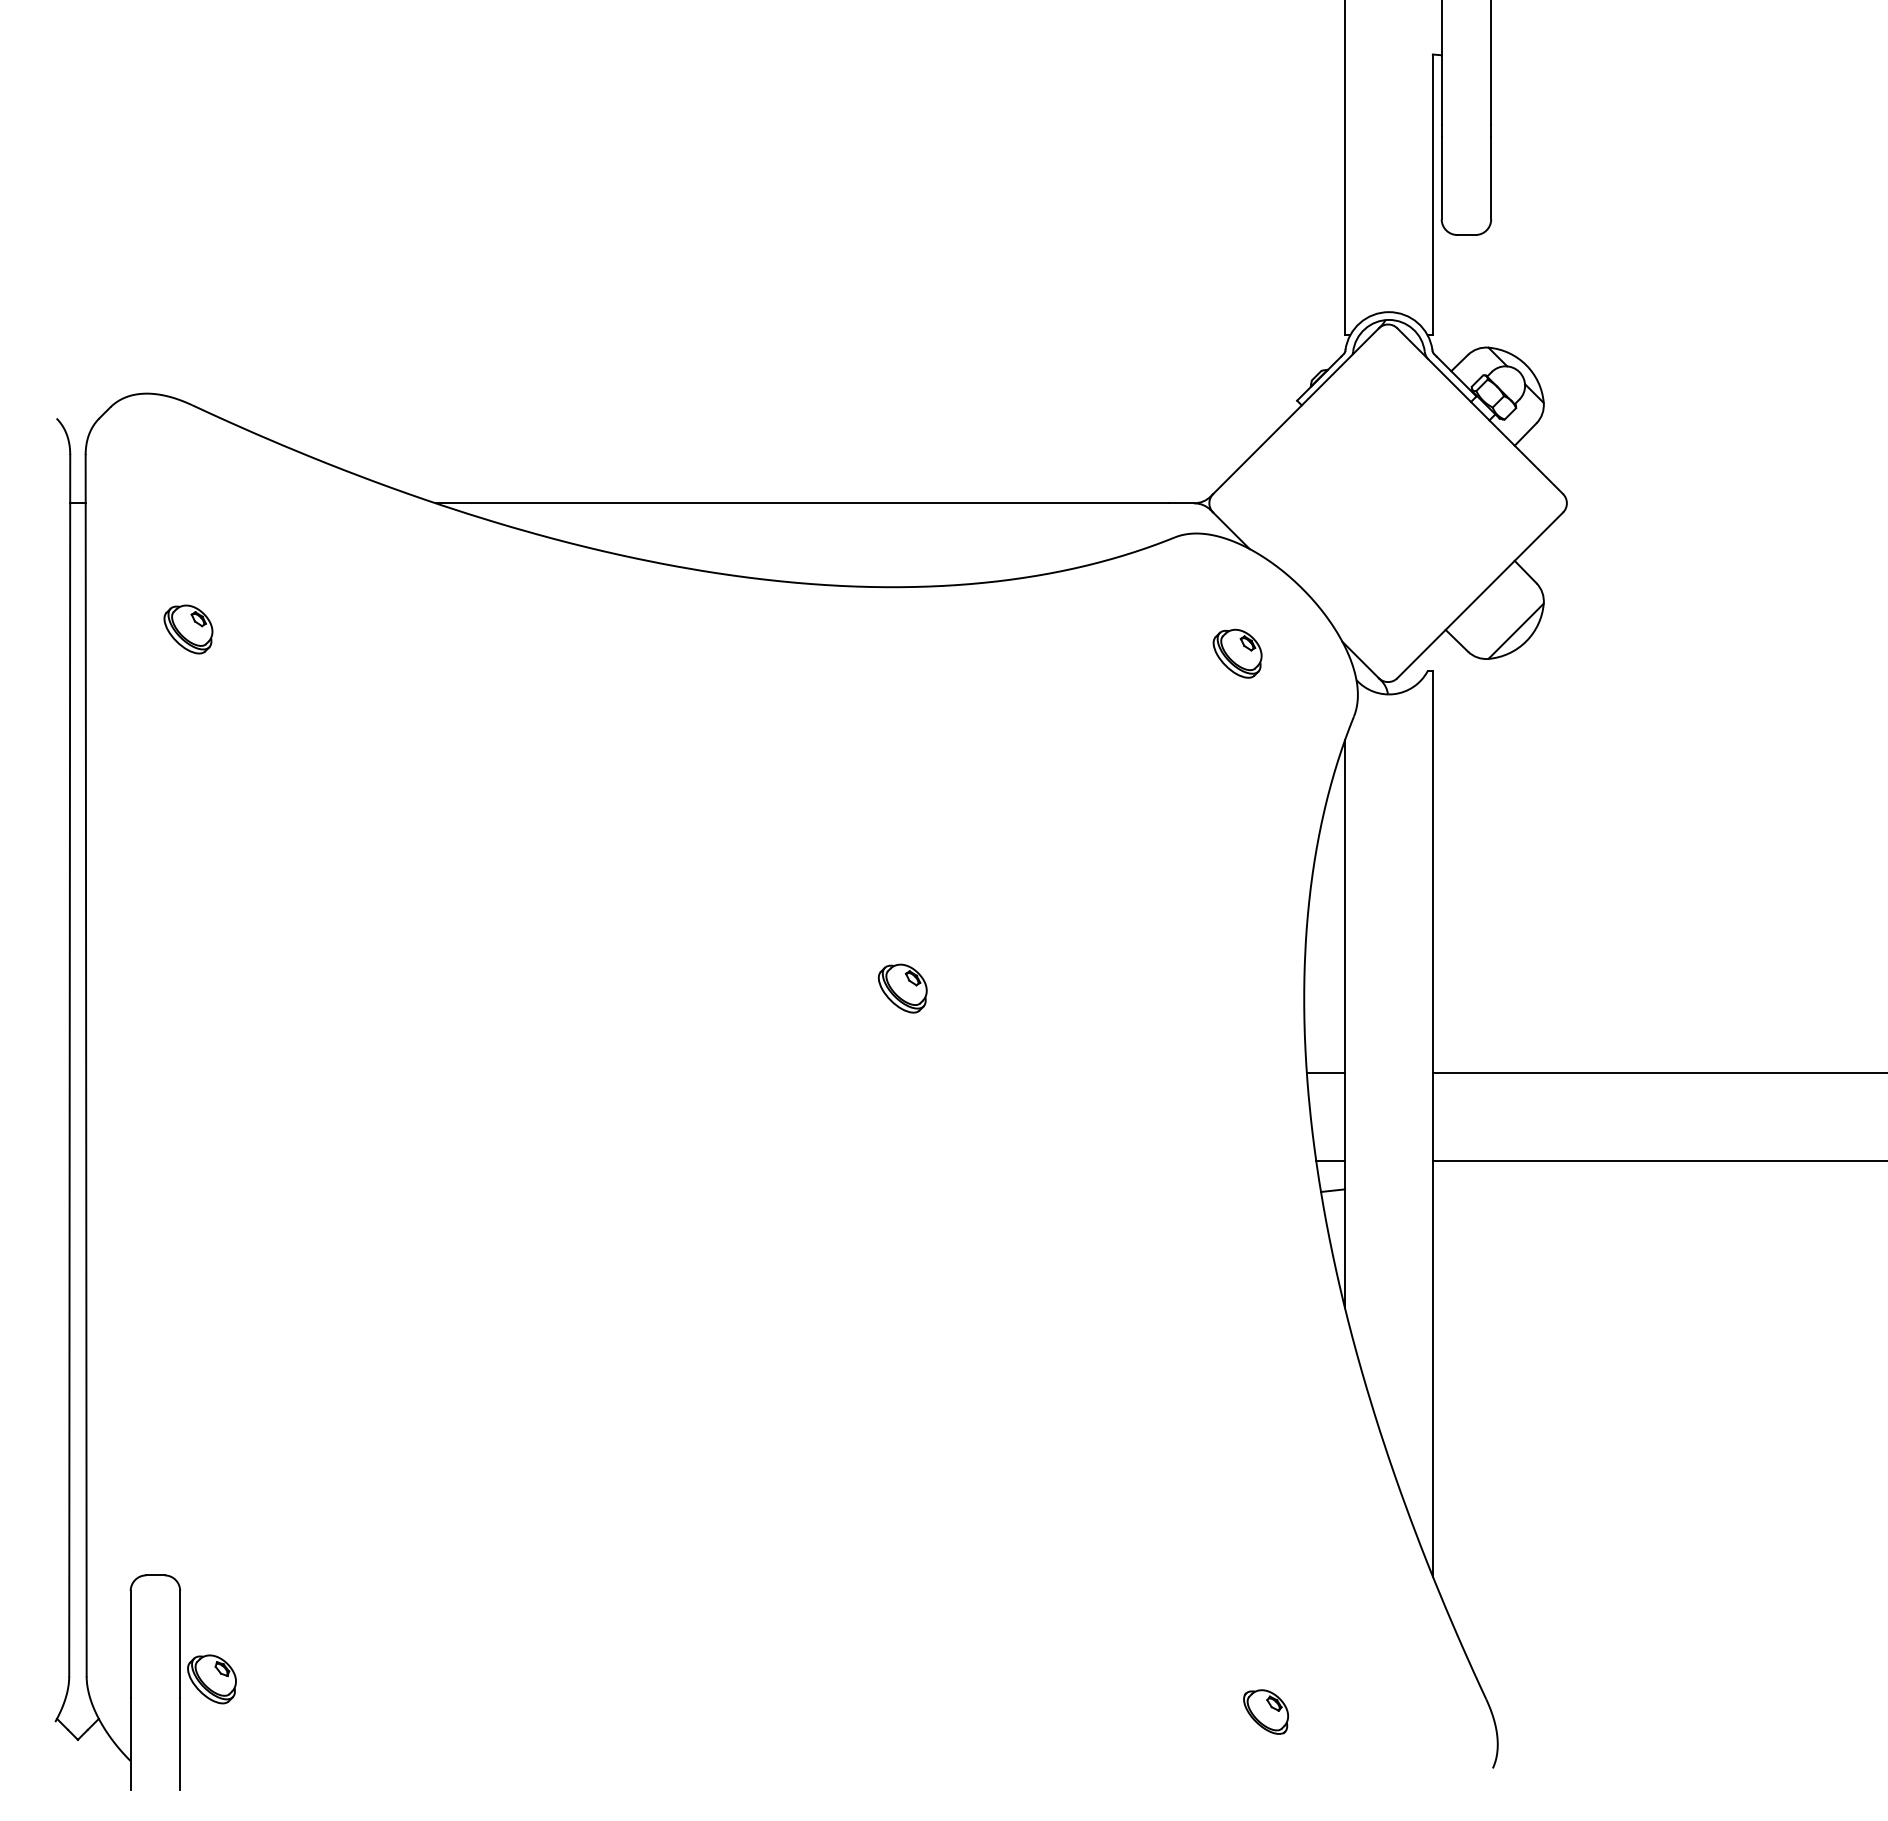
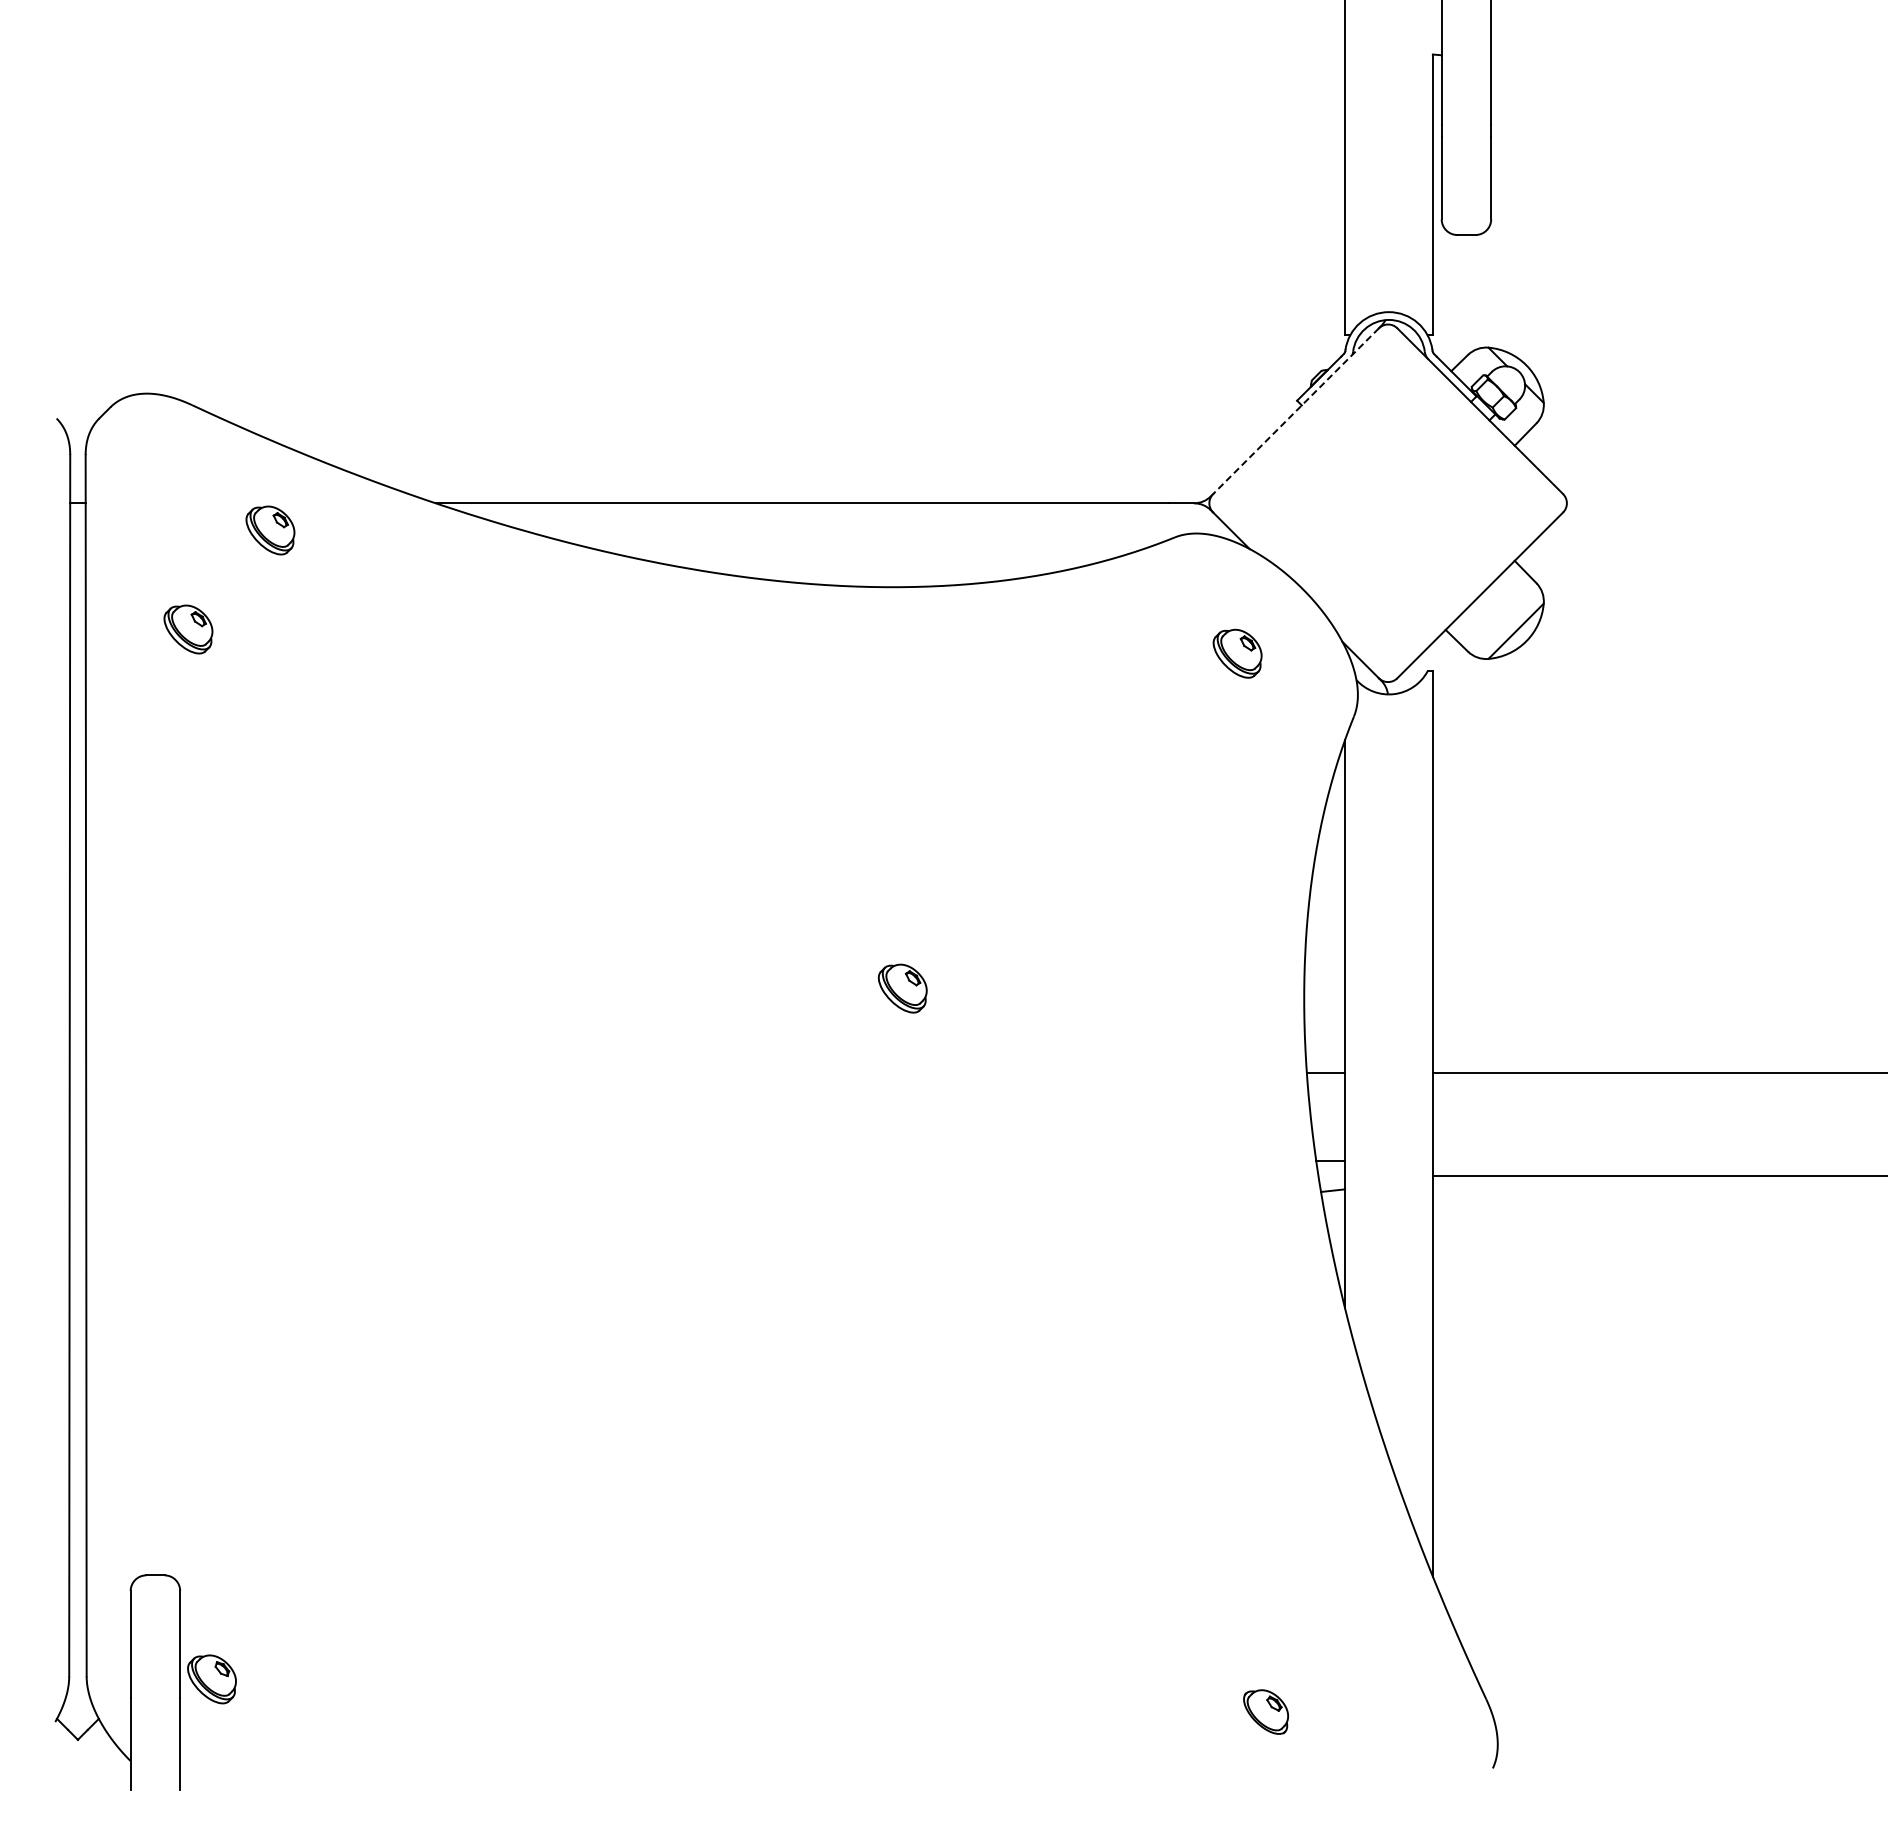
line at (1295, 411): solid -> dashed
part at (270, 530): none -> present
line at (1658, 1160) position: (1658, 1160) -> (1658, 1175)
